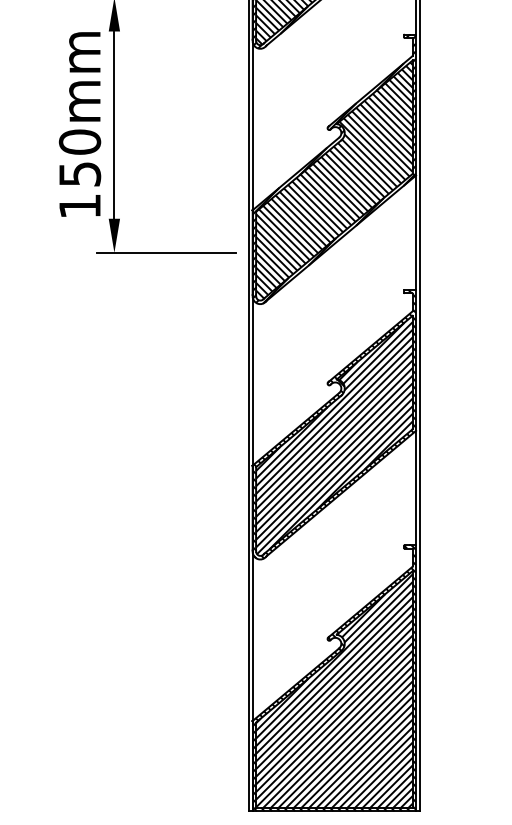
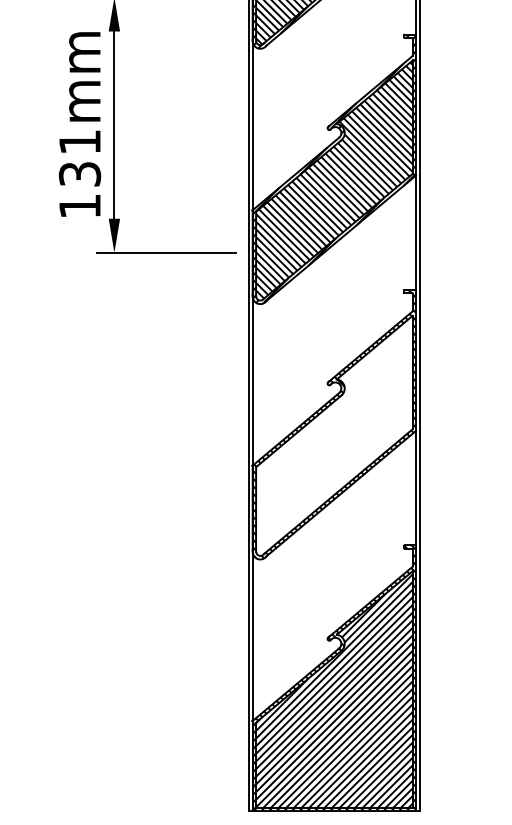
text at (79, 157): 150mm -> 131mm
hatch at (334, 438): present -> none
